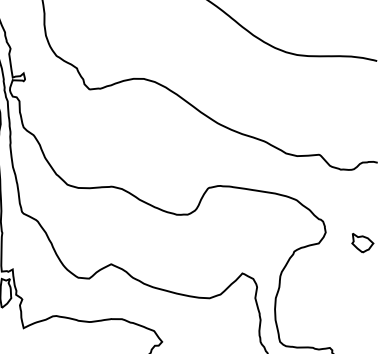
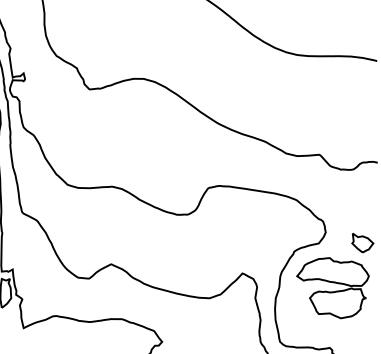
part at (332, 288): none -> present
